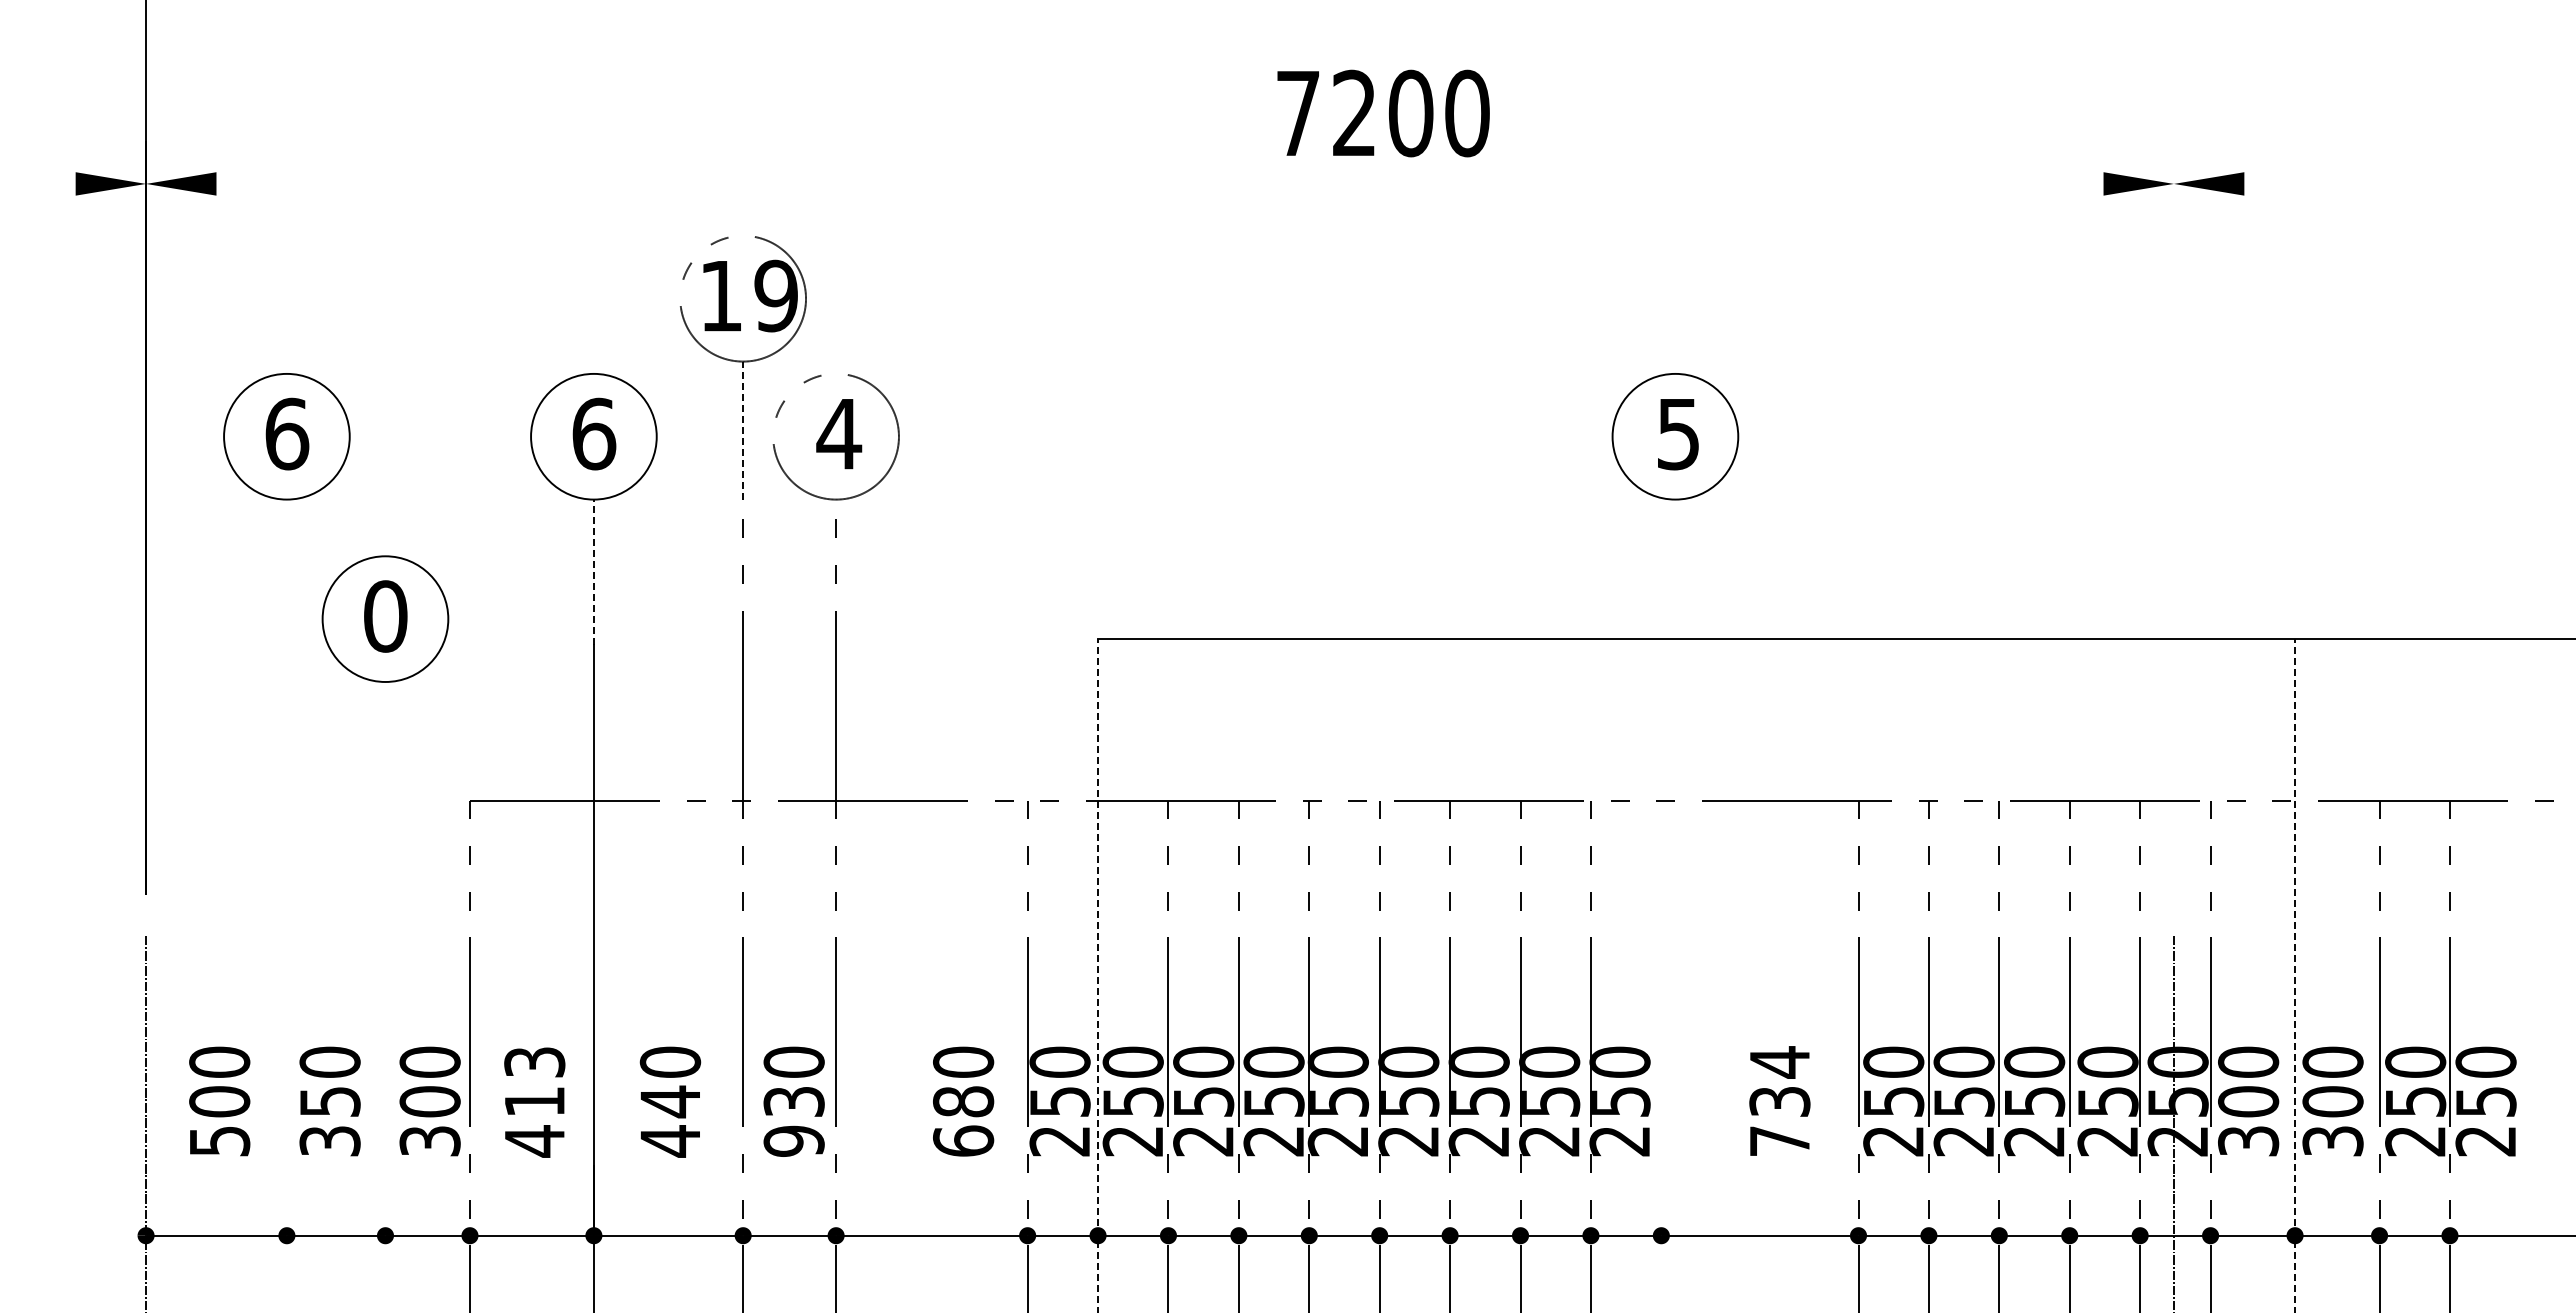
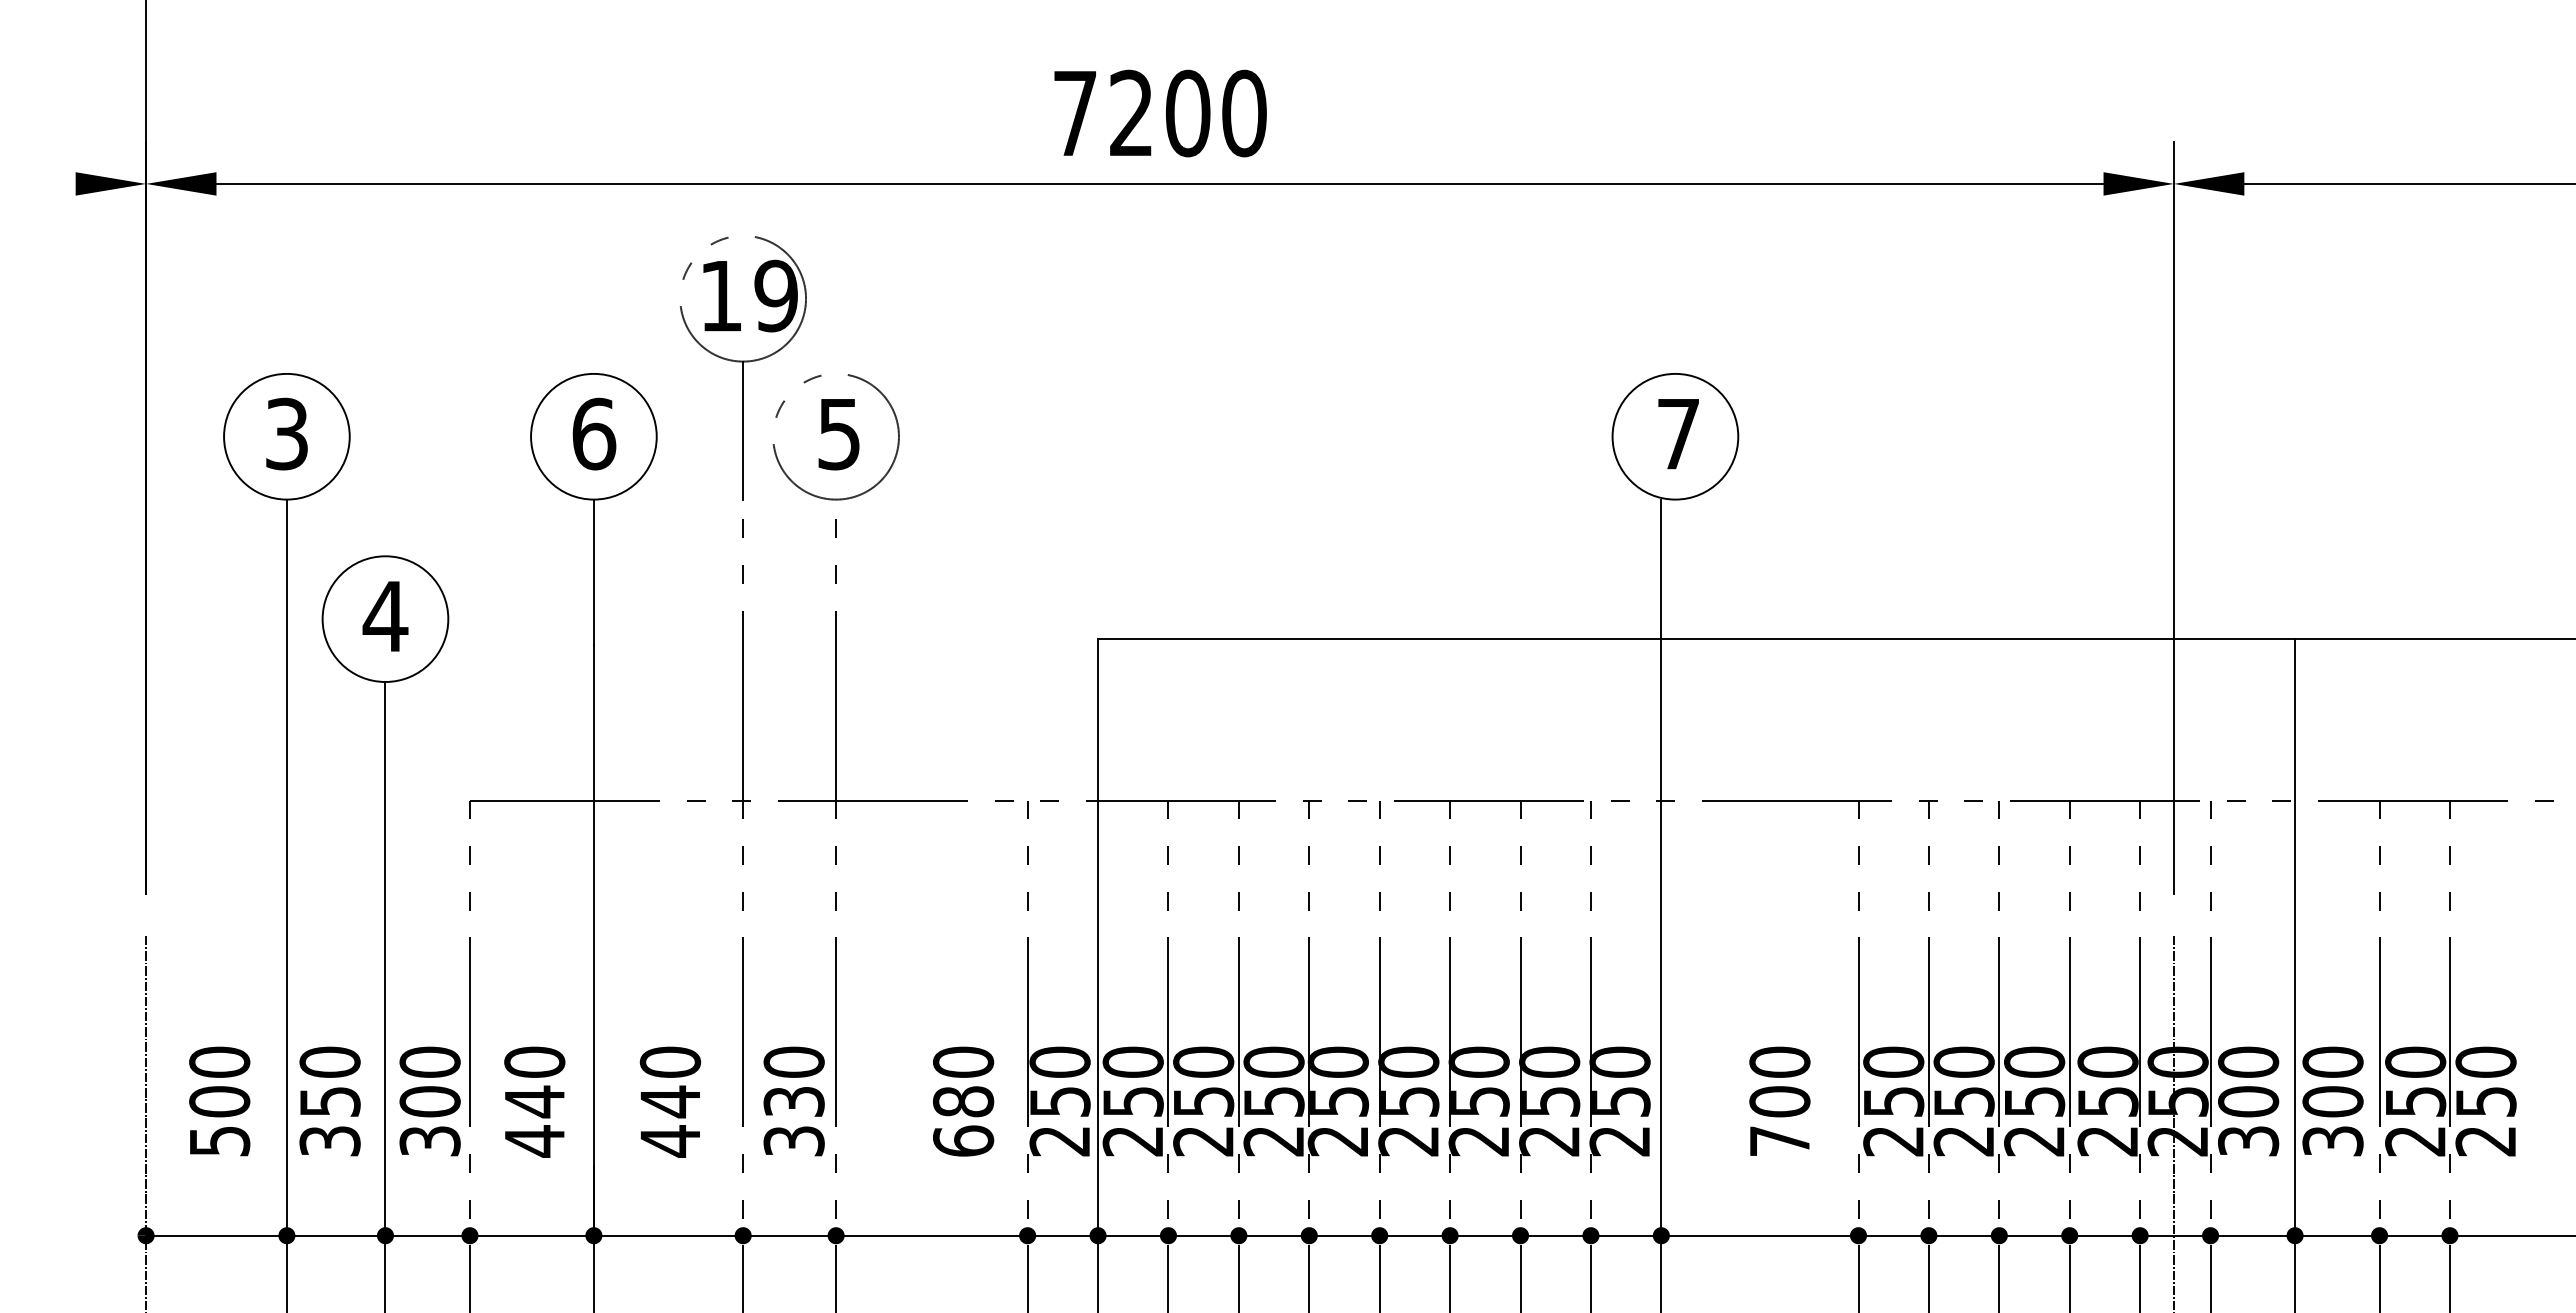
text at (1383, 113) position: (1383, 113) -> (1160, 113)
line at (1159, 183): none -> present
line at (2408, 183): none -> present
line at (743, 430): dashed -> solid
text at (287, 433): 6 -> 3
text at (839, 434): 4 -> 5
text at (1678, 434): 5 -> 7
line at (2173, 517): none -> present
line at (593, 572): dashed -> solid
text at (385, 616): 0 -> 4
line at (286, 904): none -> present
line at (1661, 904): none -> present
line at (1098, 975): dashed -> solid
line at (2295, 975): dashed -> solid
line at (385, 995): none -> present
text at (1779, 1081): 734 -> 700
text at (534, 1082): 413 -> 440
text at (793, 1140): 930 -> 330
